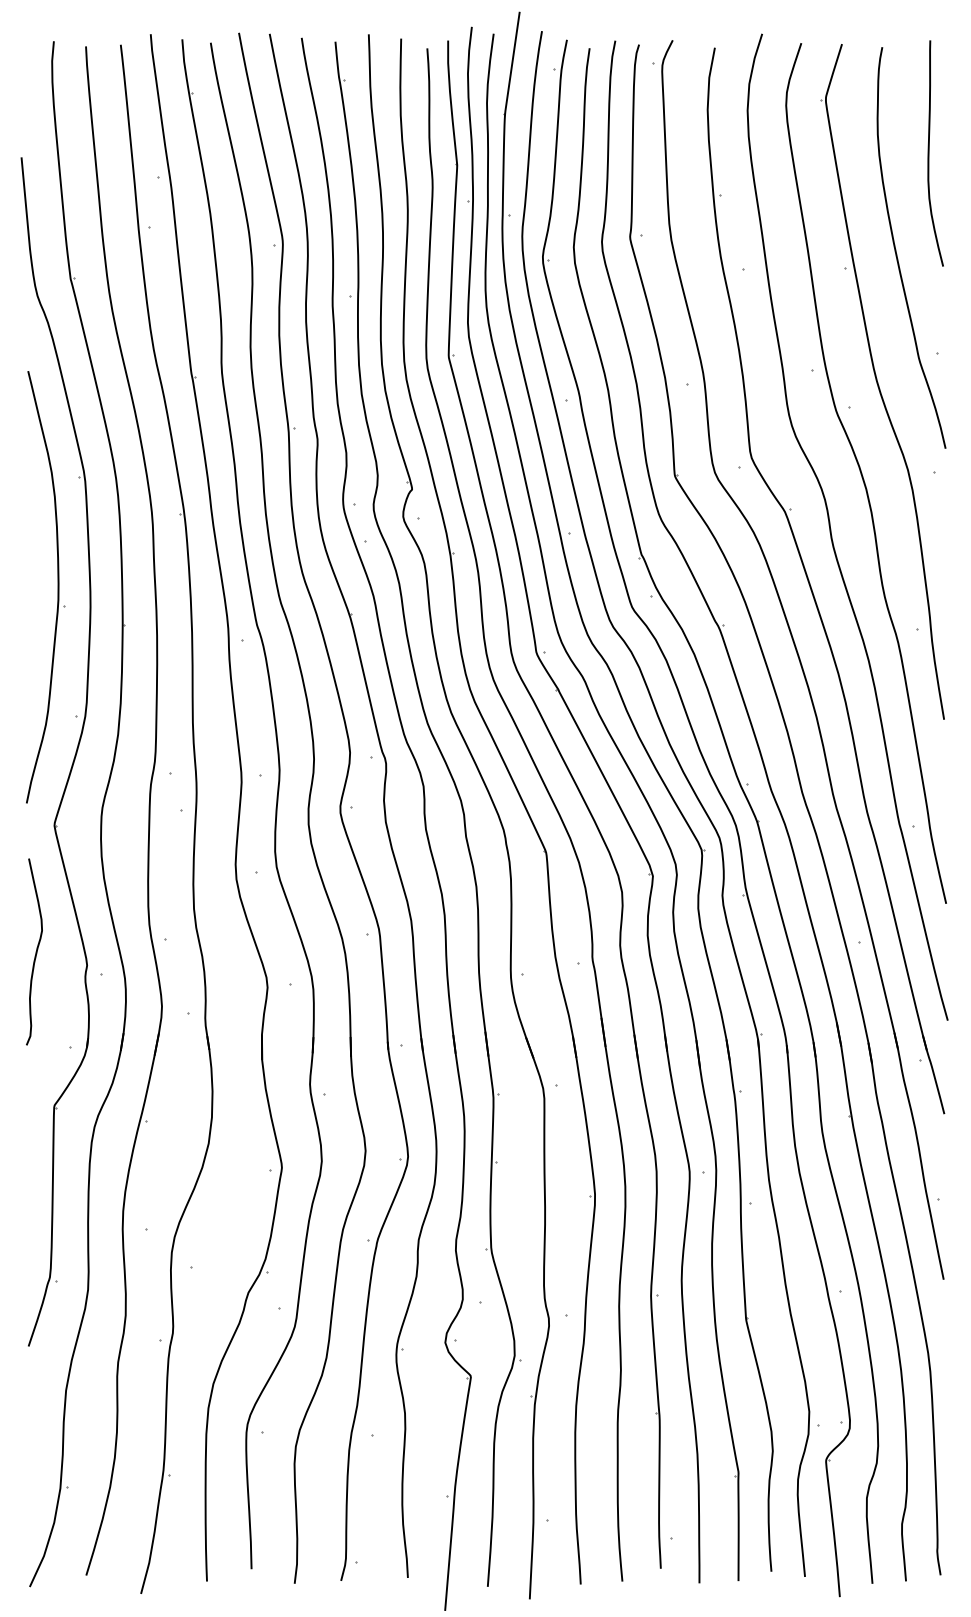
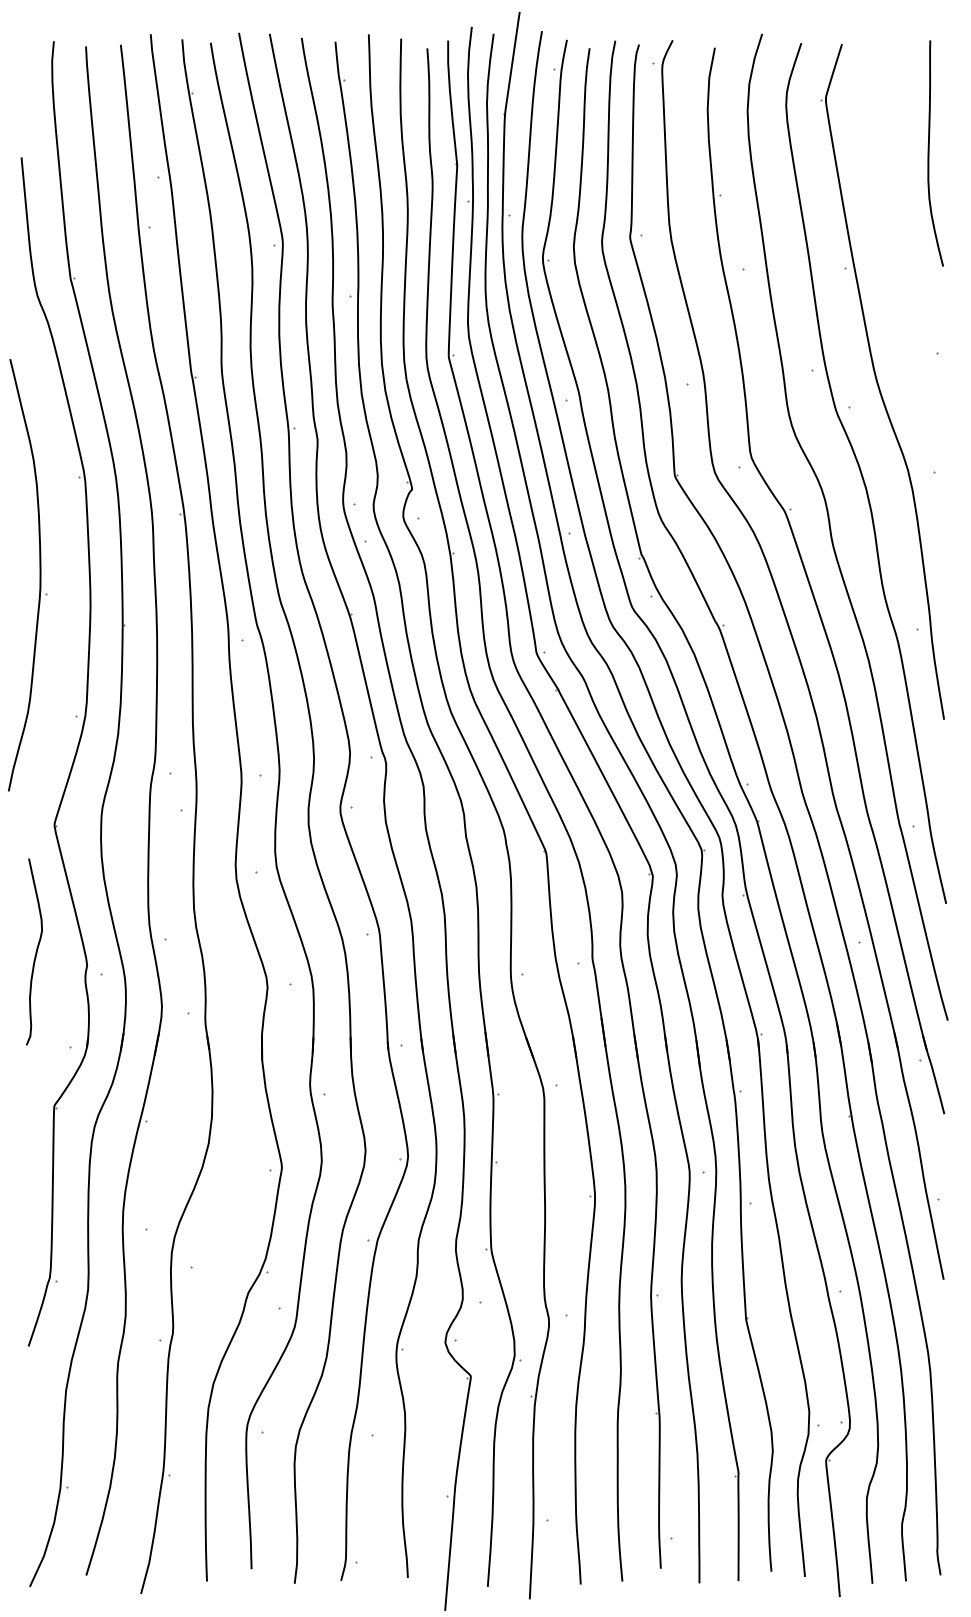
curve at (896, 249): present -> none
part at (57, 587) position: (57, 587) -> (39, 575)
